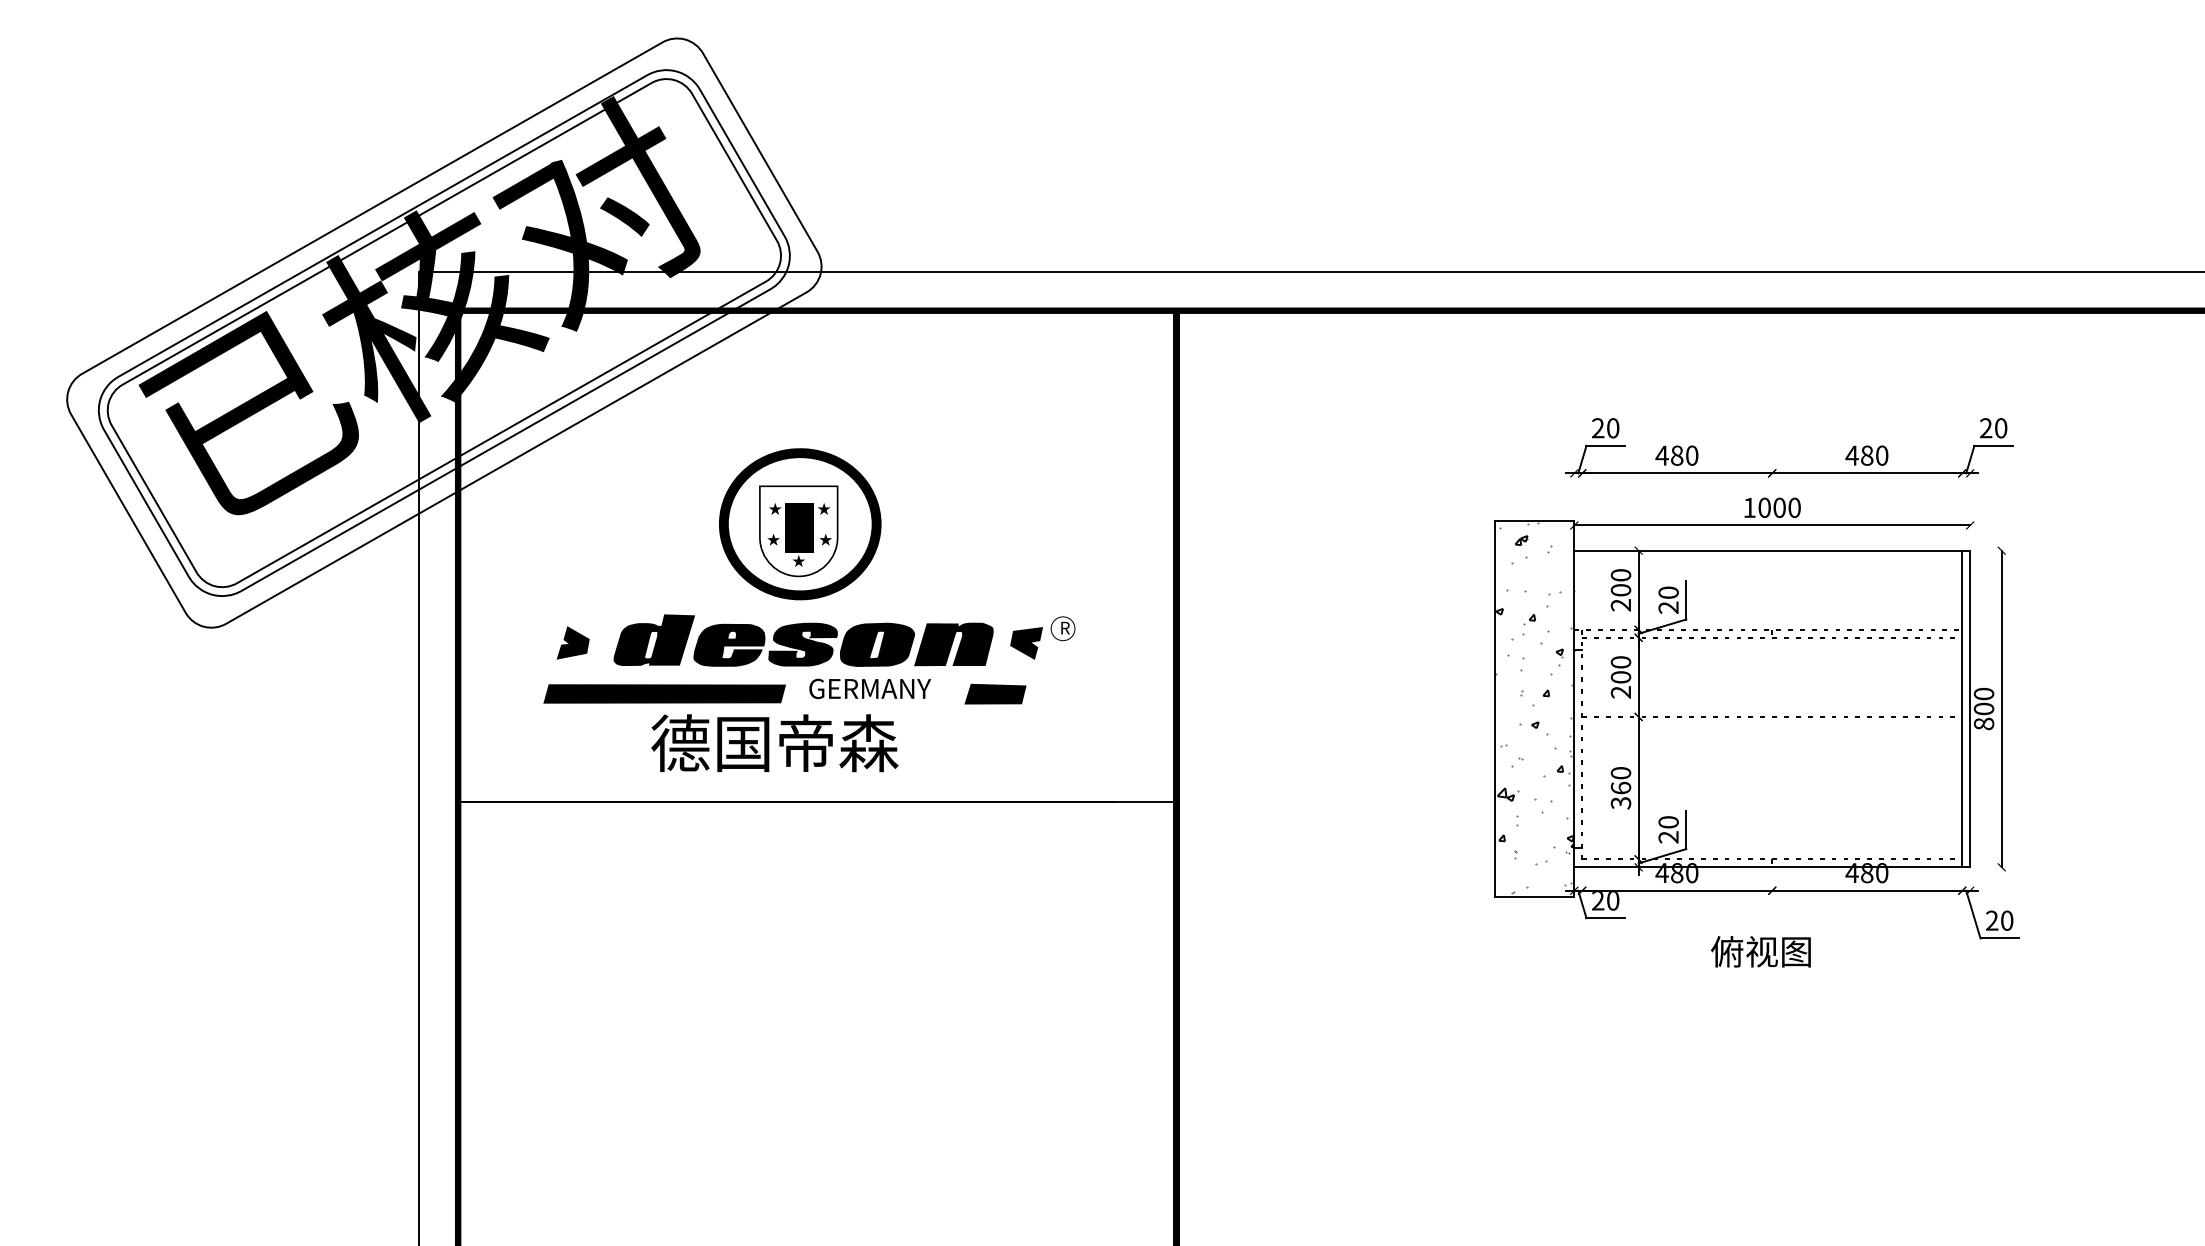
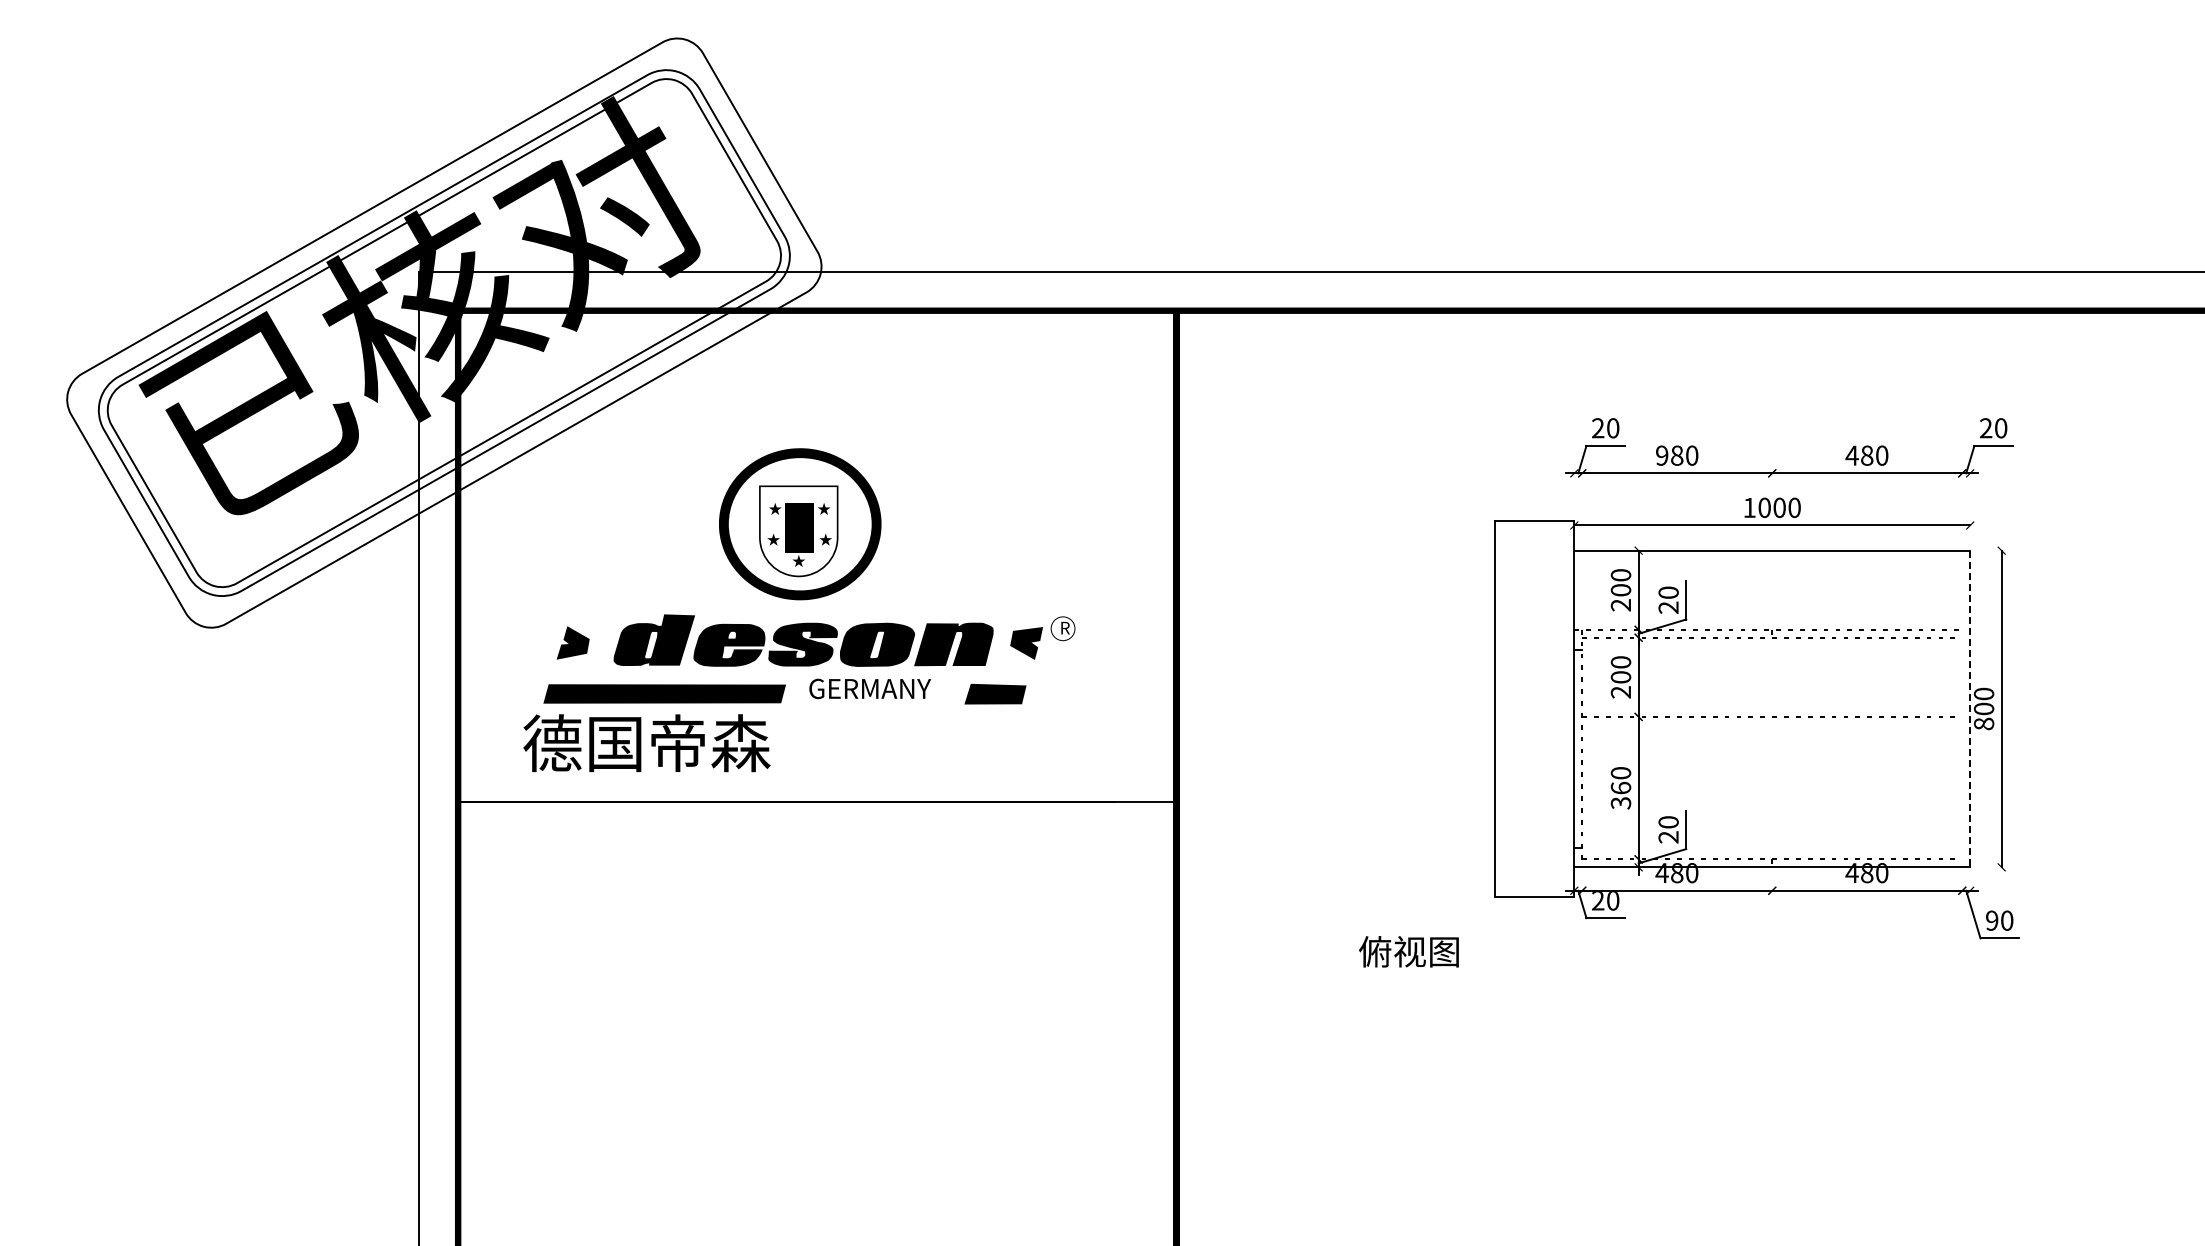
text at (1661, 455): 480 -> 980
hatch at (1535, 708): present -> none
line at (1962, 708): present -> none
line at (1970, 709): solid -> dashed
text at (774, 743) position: (774, 743) -> (646, 743)
text at (1992, 920): 20 -> 90
text at (1760, 951) position: (1760, 951) -> (1408, 951)
